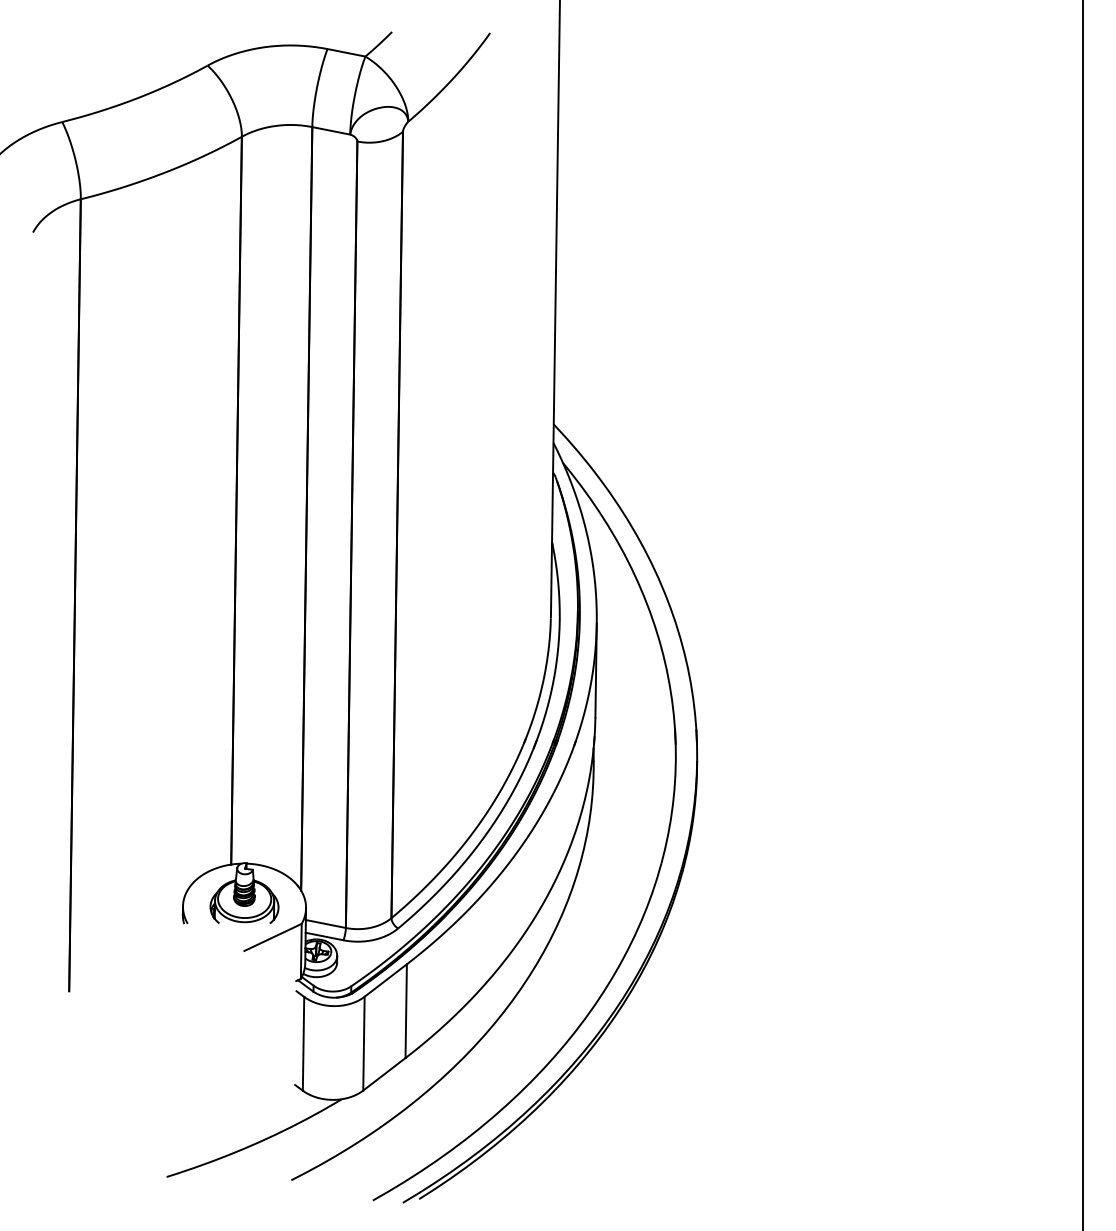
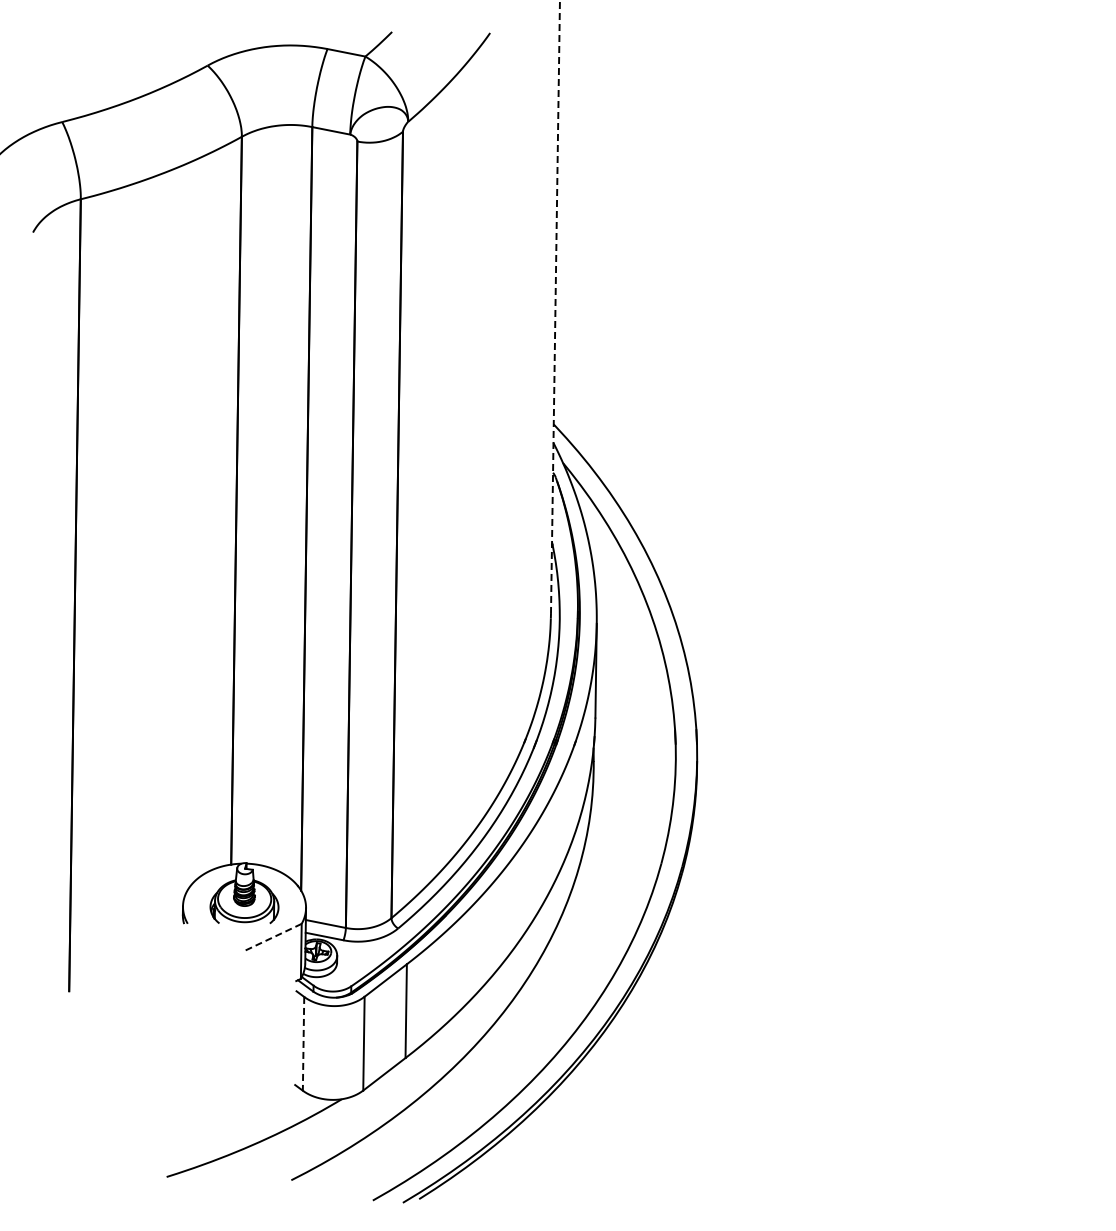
line at (555, 307): solid -> dashed
line at (1082, 614): present -> none
line at (273, 937): solid -> dashed
line at (303, 1043): solid -> dashed
